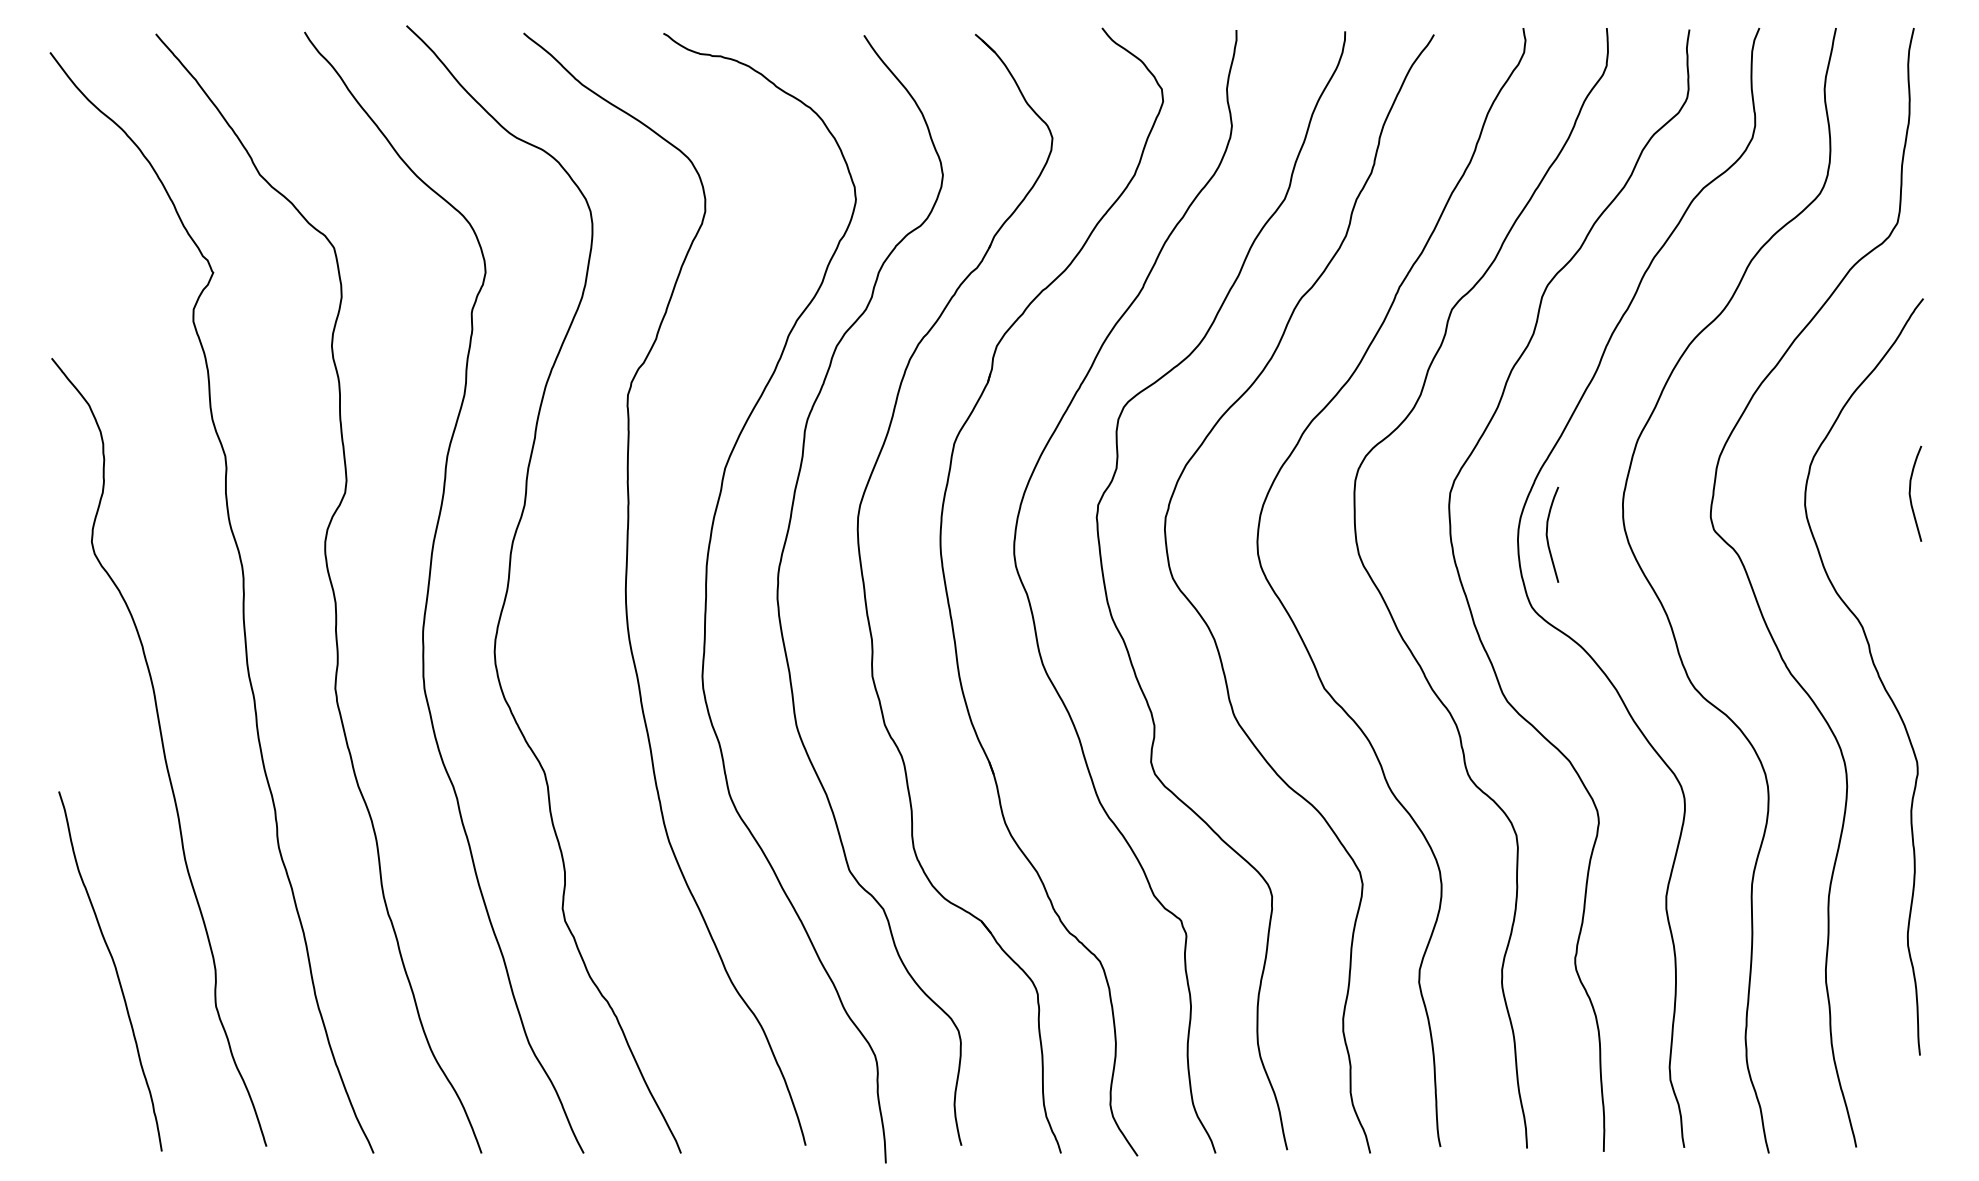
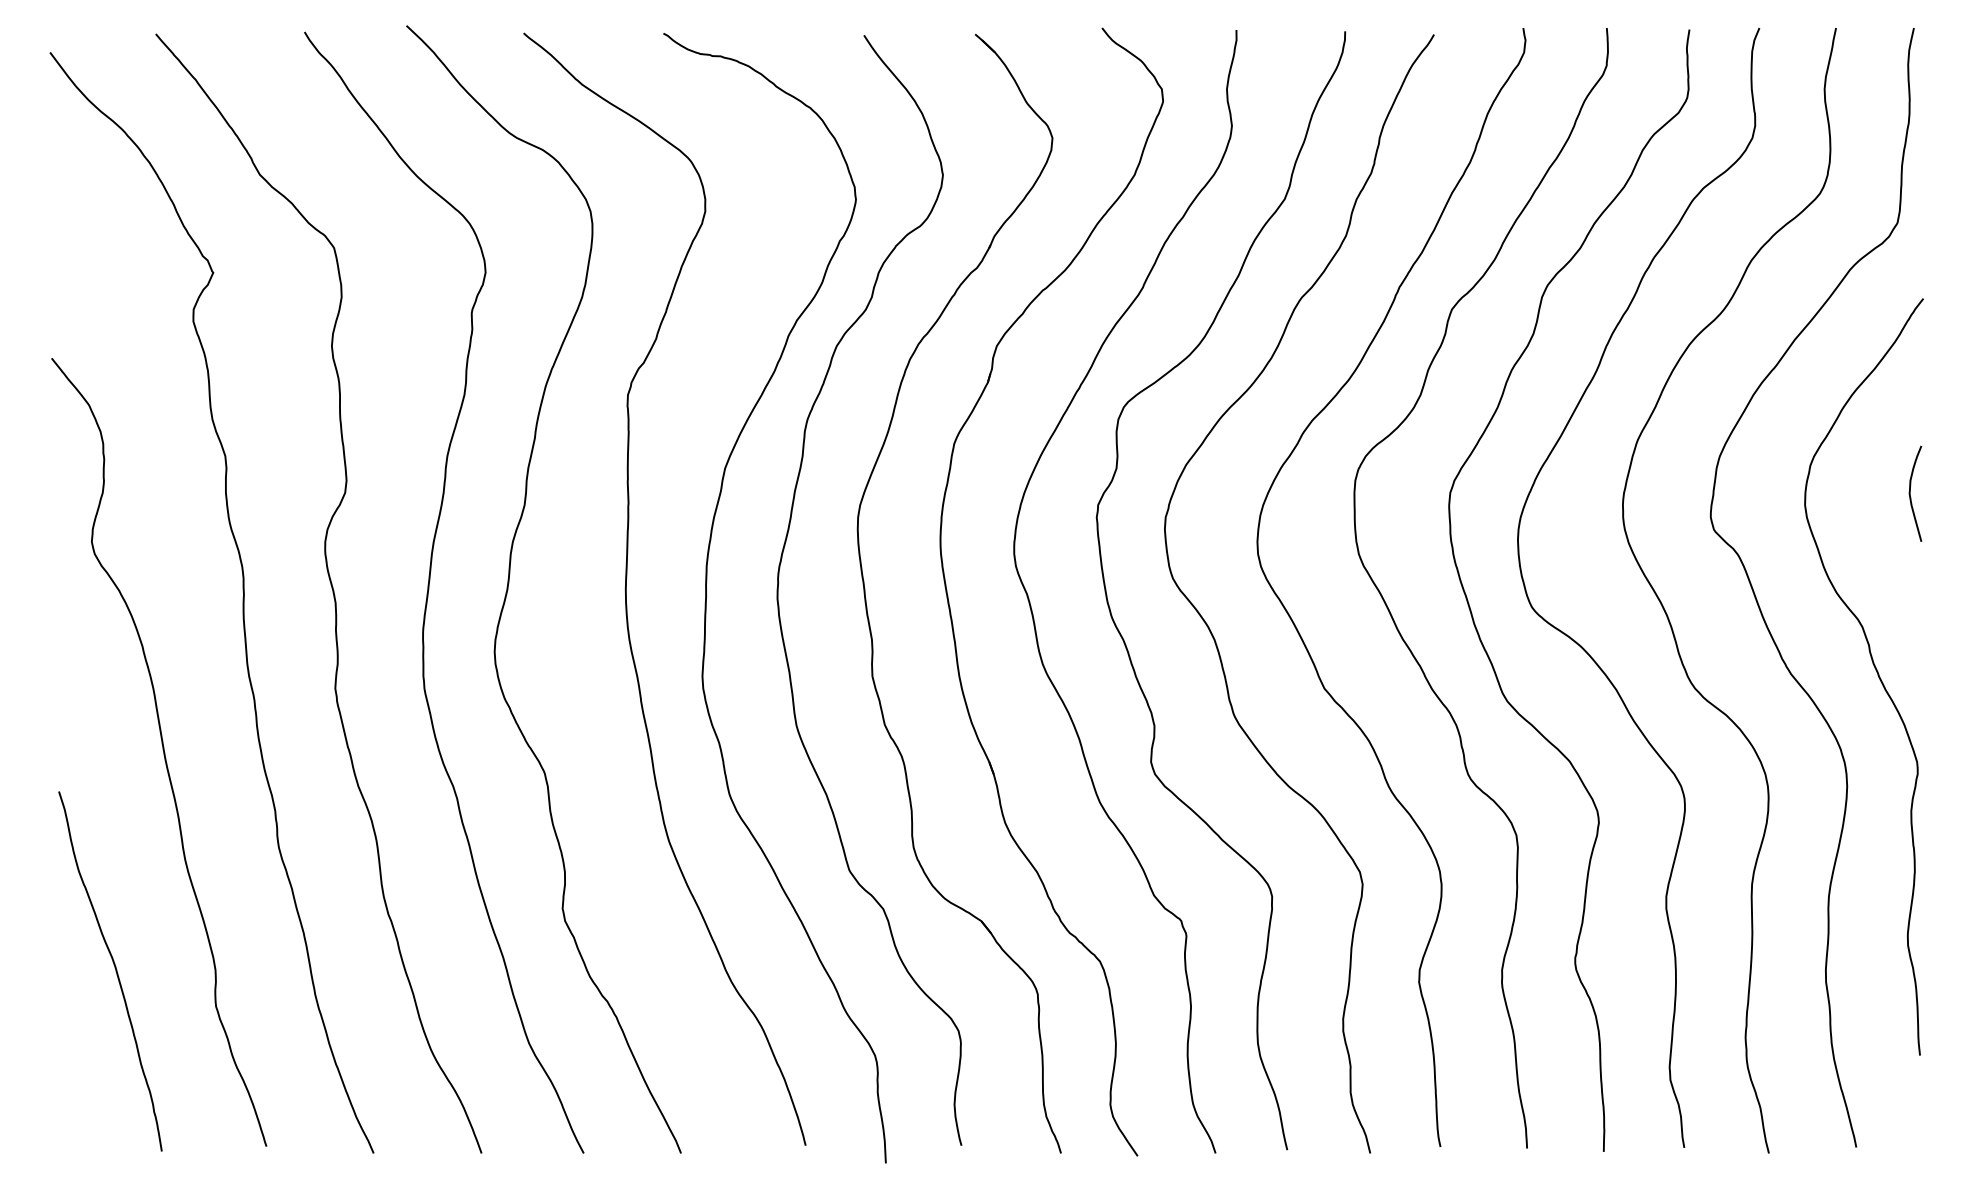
curve at (1547, 534): present -> none
